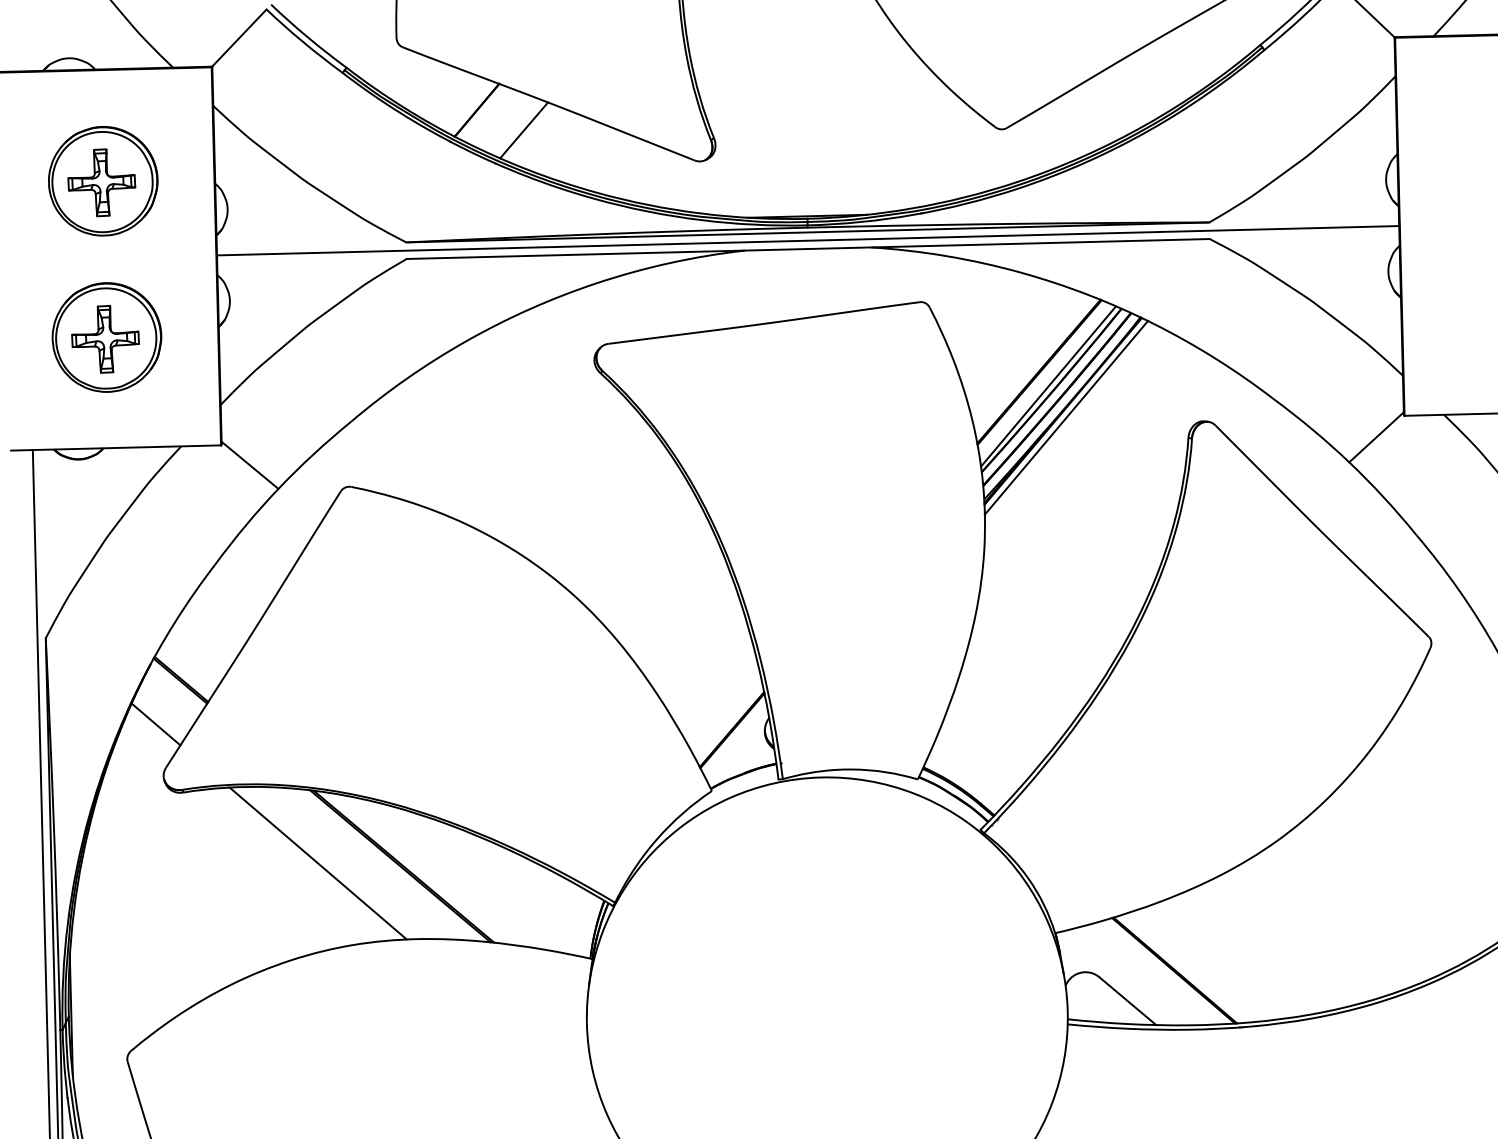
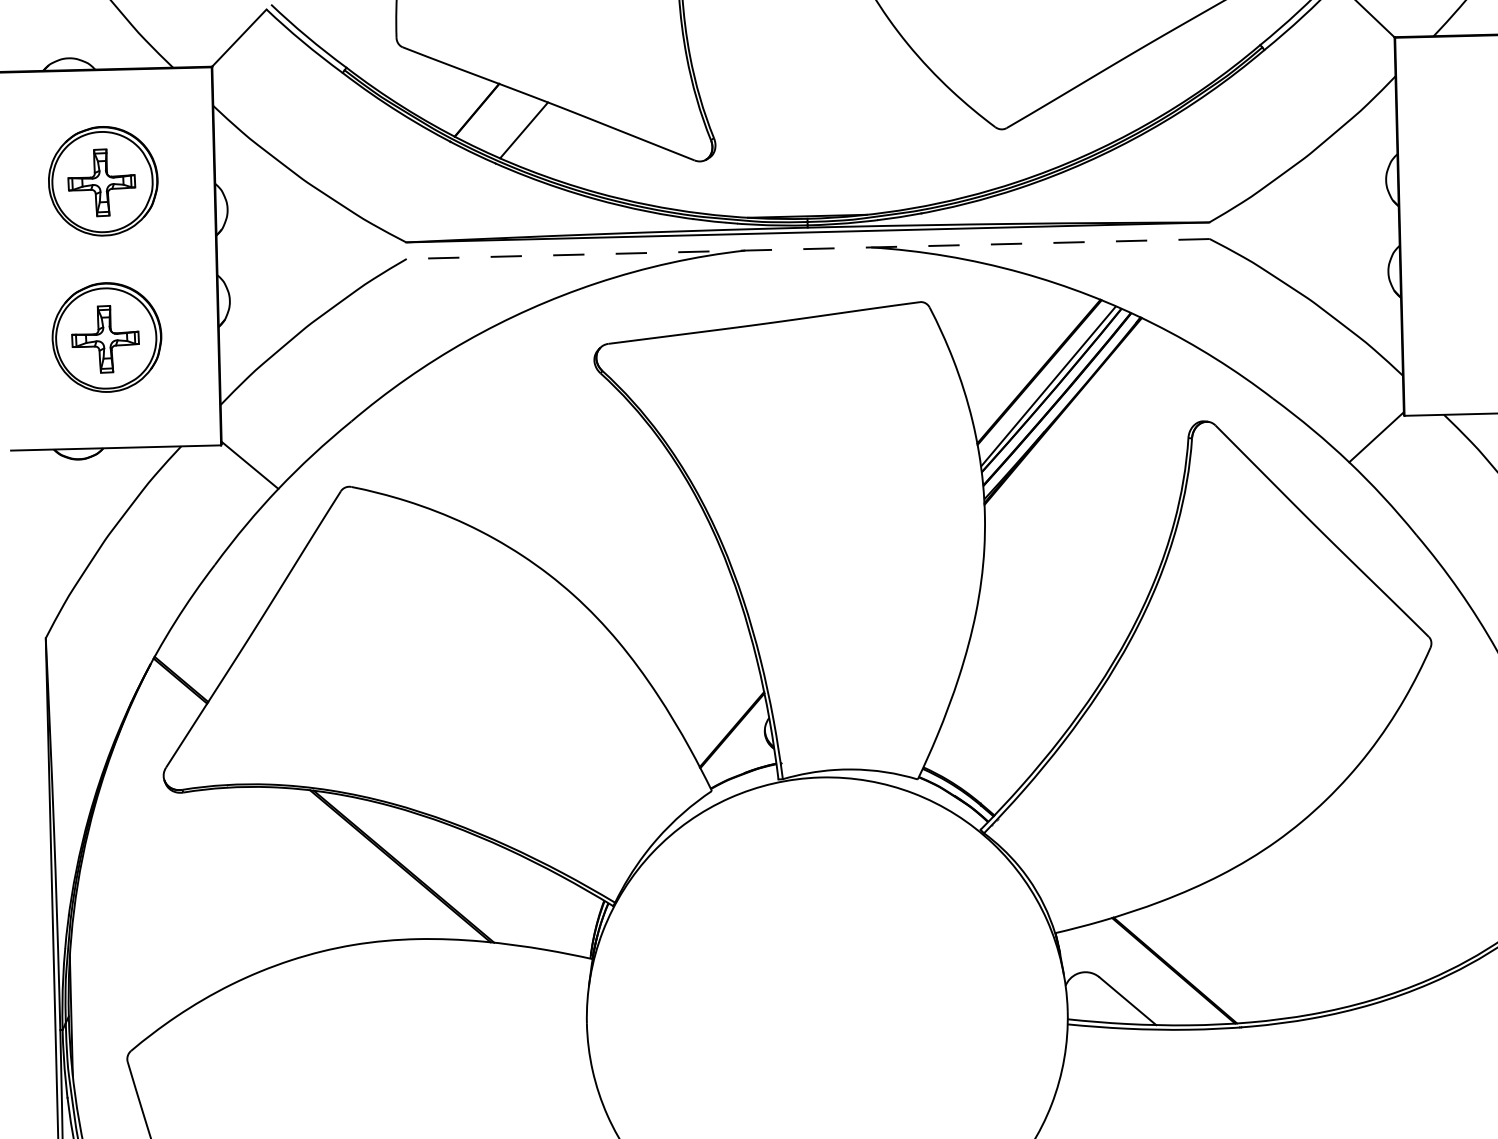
line at (808, 240): present -> none
line at (808, 249): solid -> dashed
line at (1066, 417): present -> none
line at (155, 724): present -> none
line at (40, 792): present -> none
line at (317, 863): present -> none
